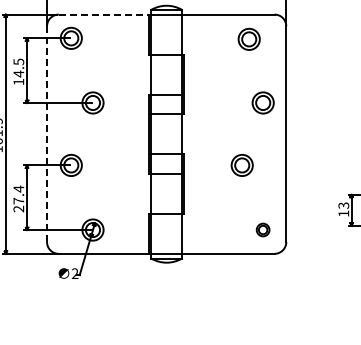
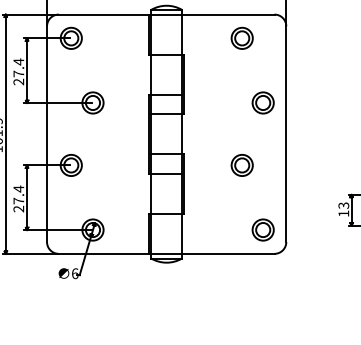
line at (104, 14): dashed -> solid
part at (248, 38) position: (248, 38) -> (241, 37)
text at (18, 71): 14.5 -> 27.4
line at (47, 134): dashed -> solid
part at (262, 229) size: 16x16 px -> 24x24 px
text at (74, 273): 2 -> 6
